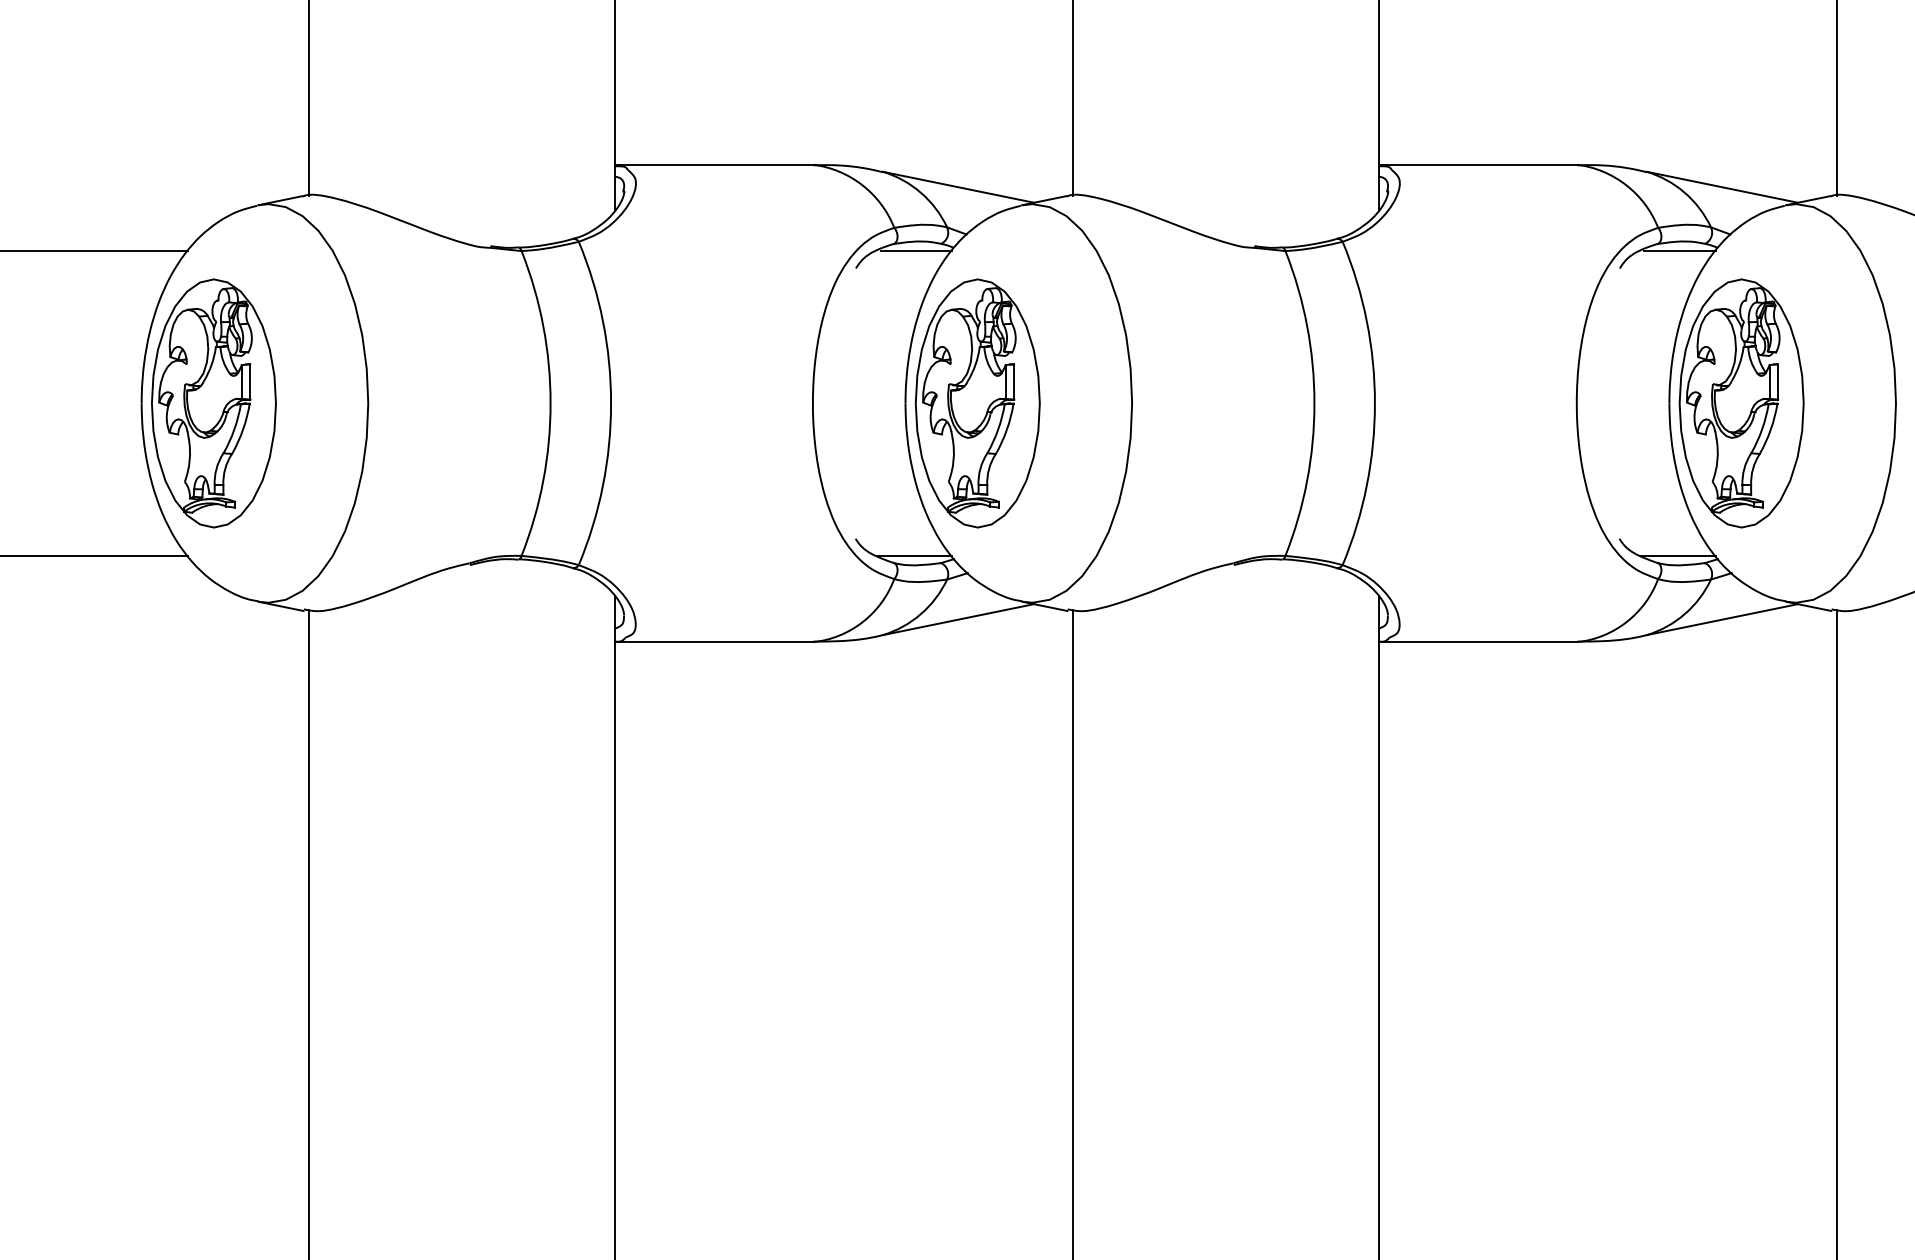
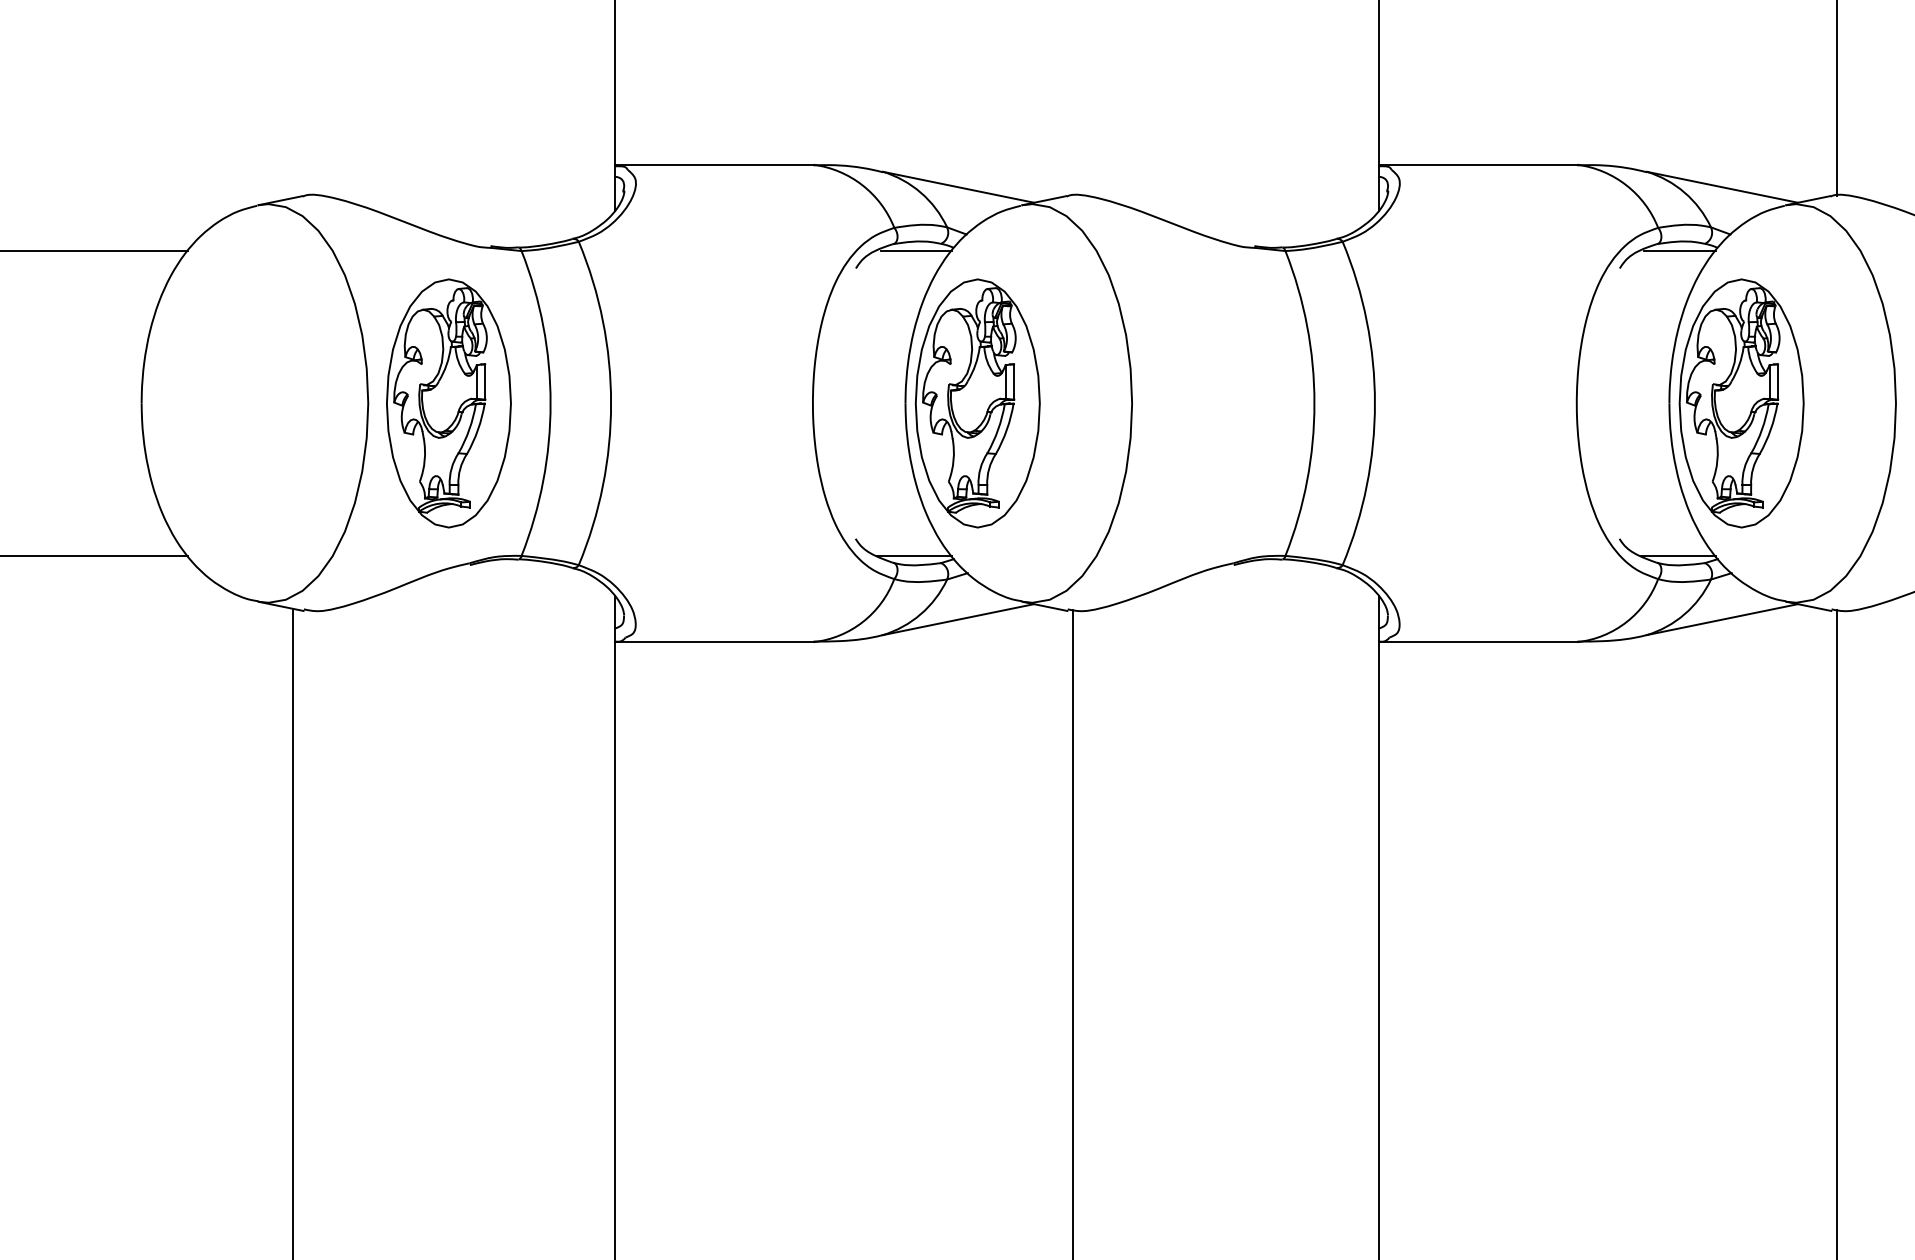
line at (309, 99): present -> none
line at (1073, 99): present -> none
part at (213, 403) position: (213, 403) -> (448, 403)
line at (309, 932) position: (309, 932) -> (293, 932)
